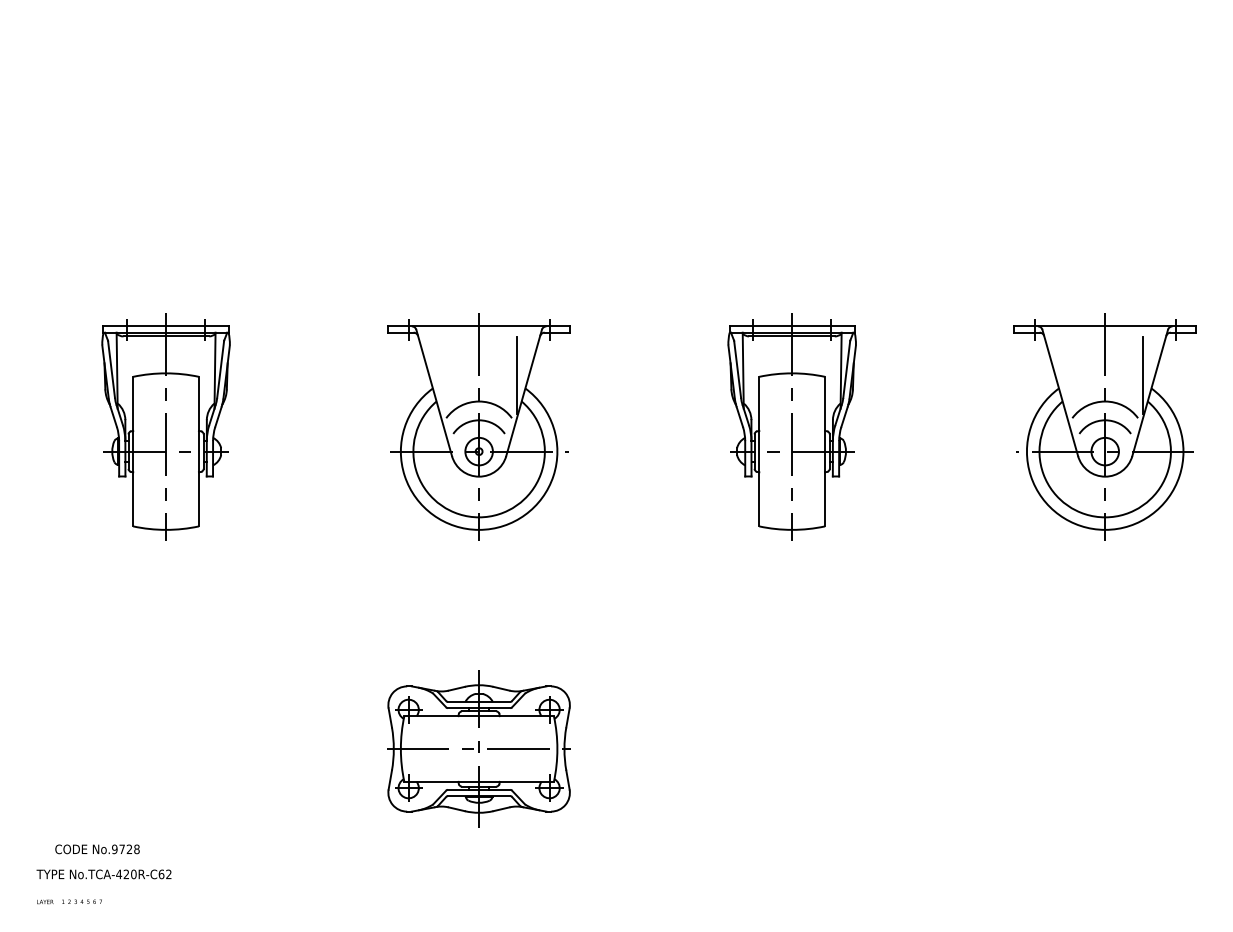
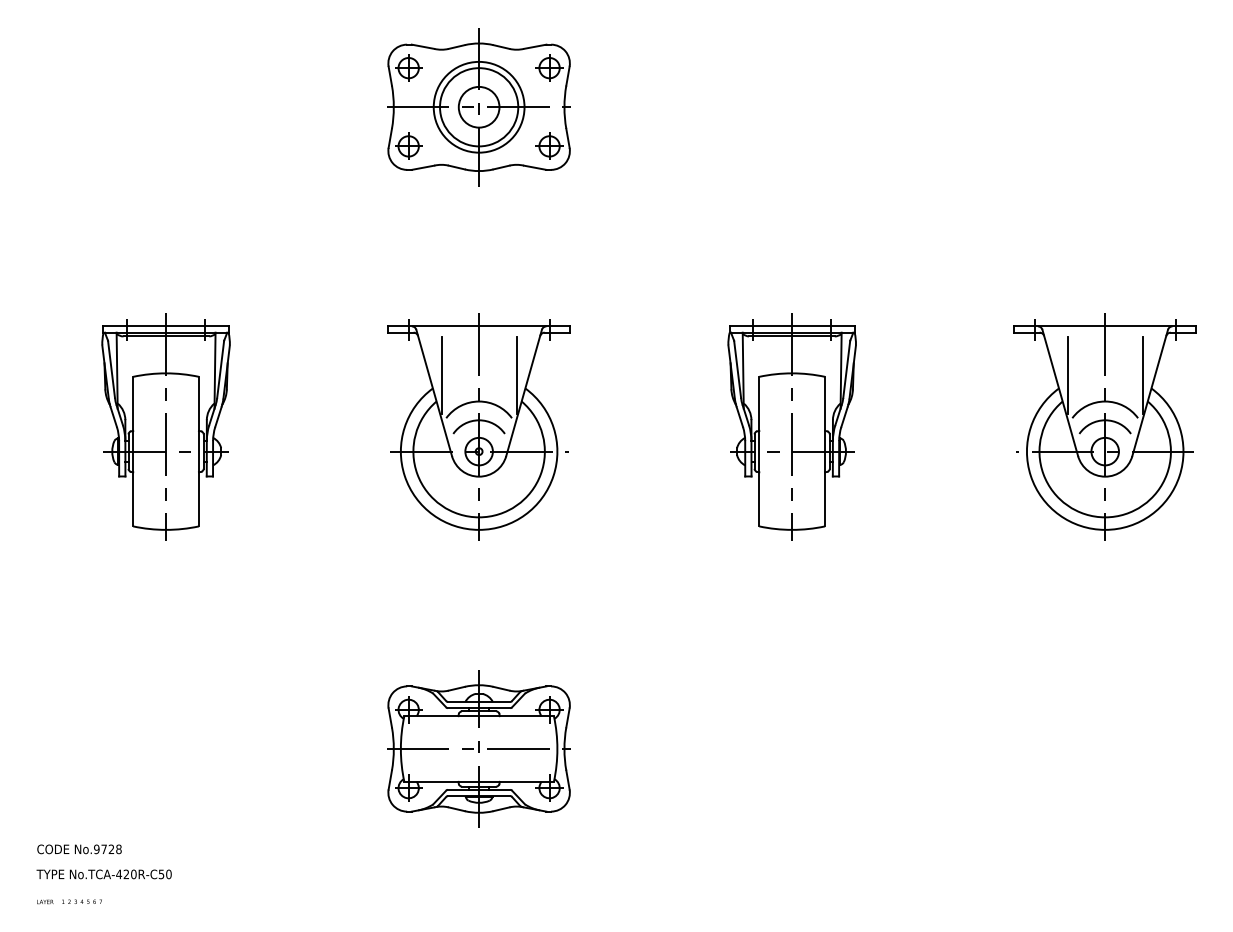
part at (478, 107): none -> present
line at (441, 375): none -> present
line at (1067, 375): none -> present
text at (97, 849) position: (97, 849) -> (79, 849)
text at (164, 874): No.TCA-420R-C62 -> No.TCA-420R-C50
